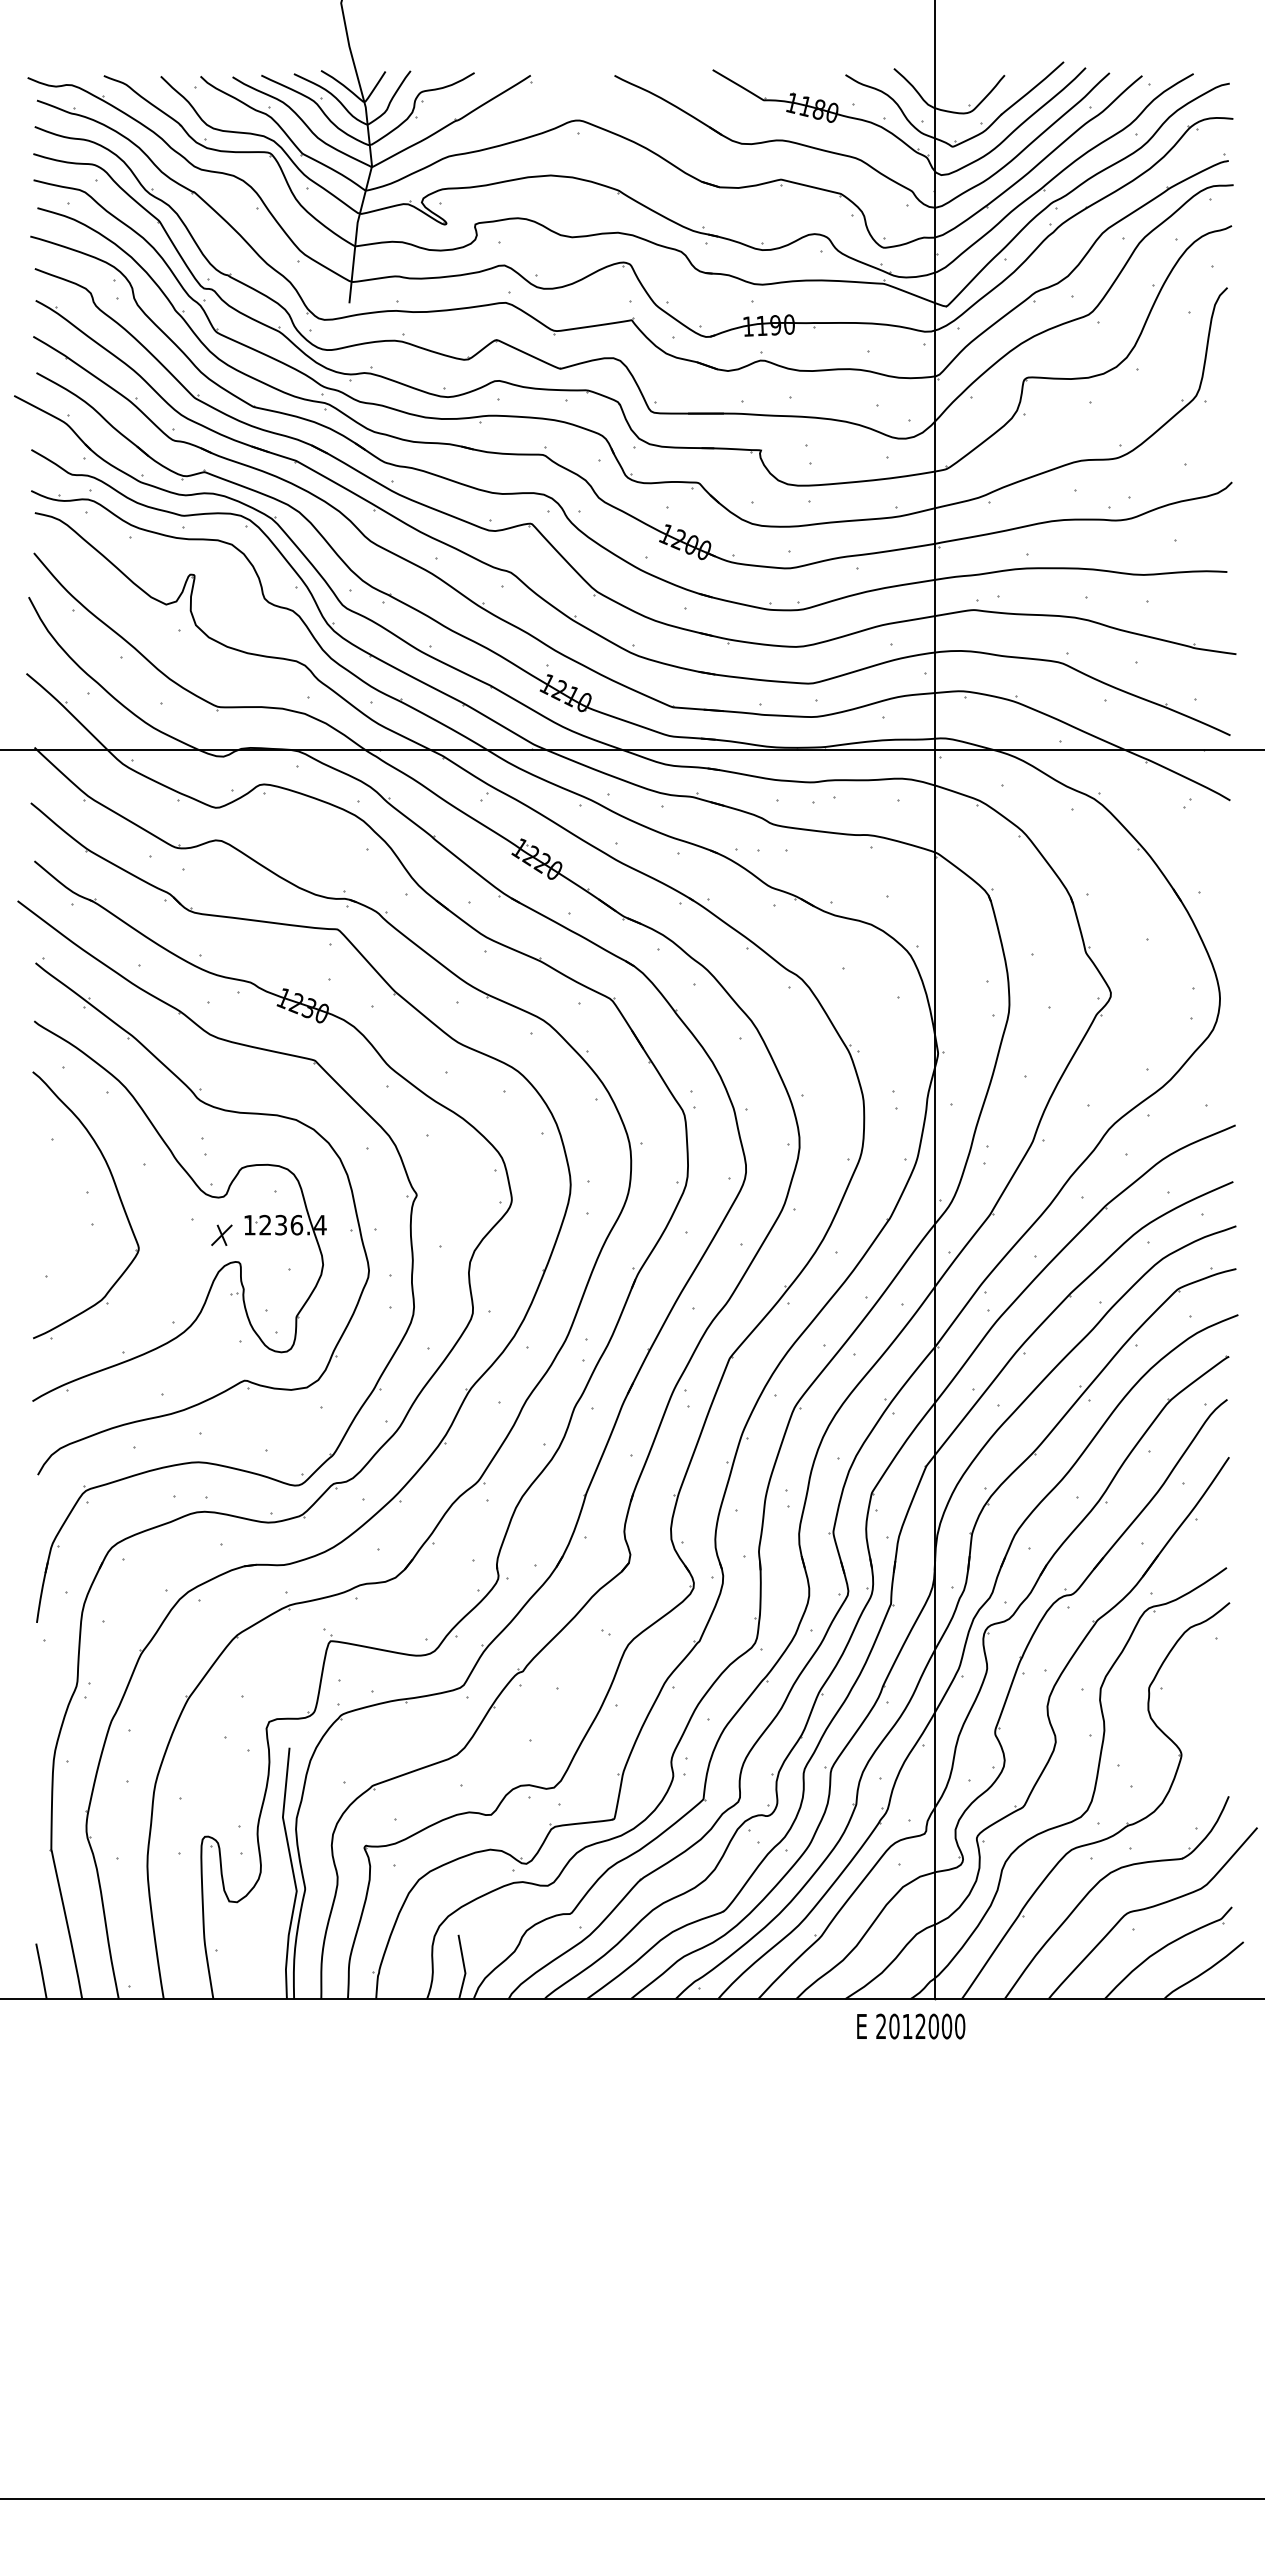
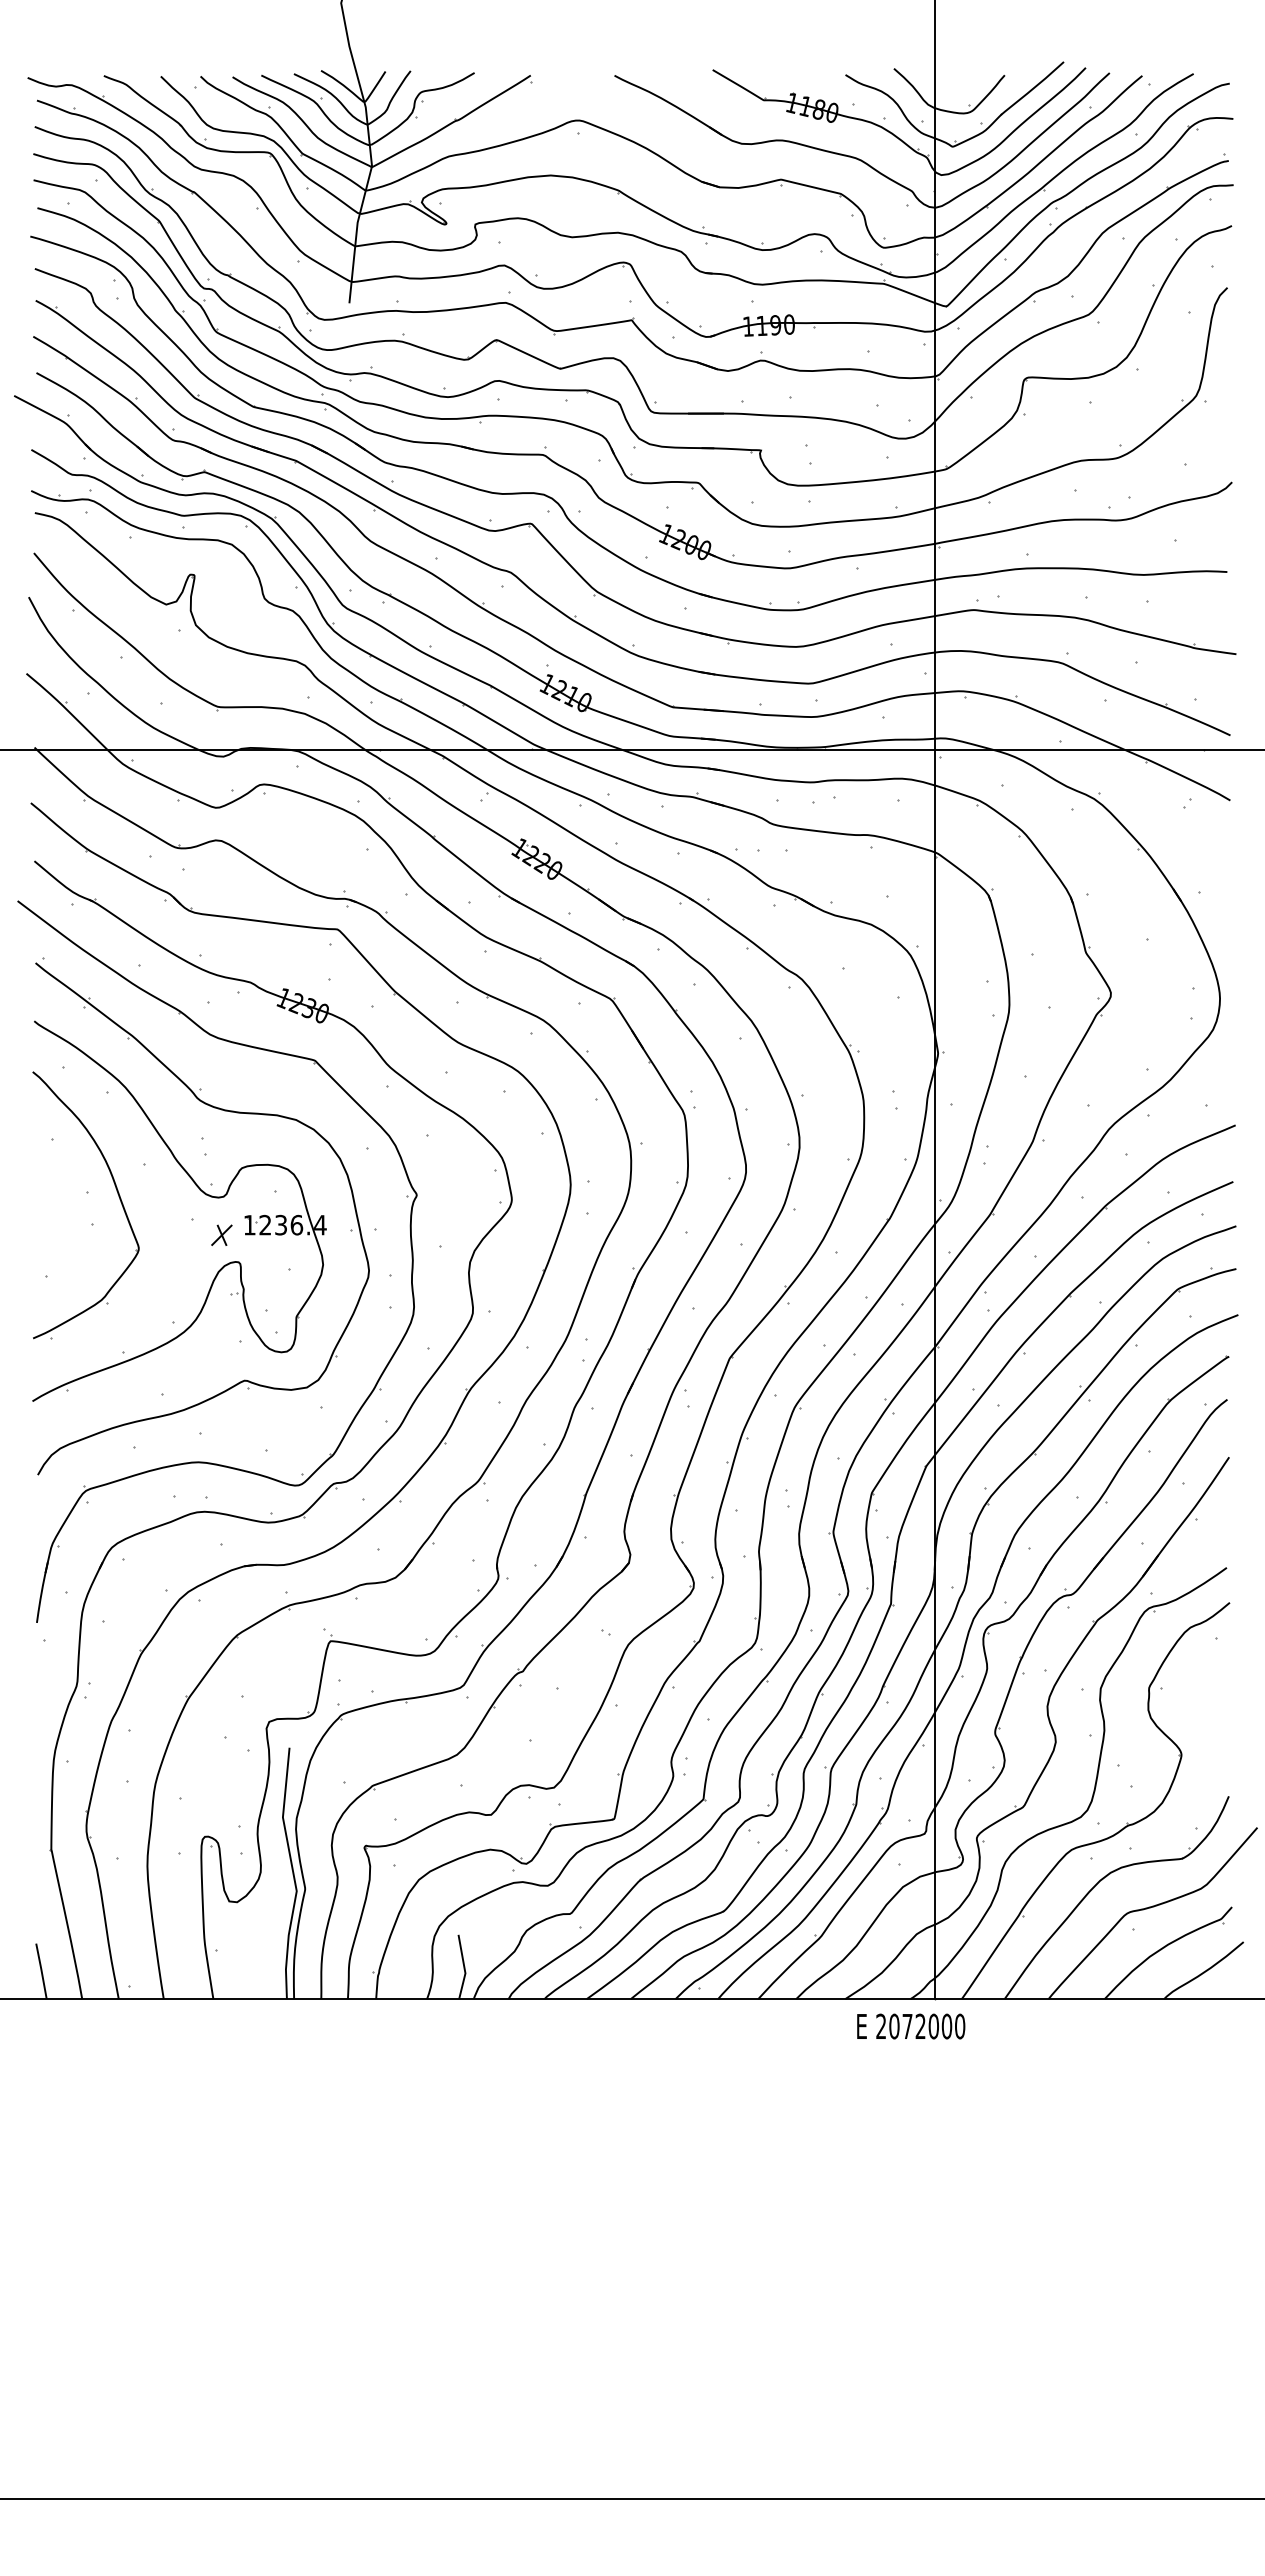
text at (907, 2026): 2012000 -> 2072000
